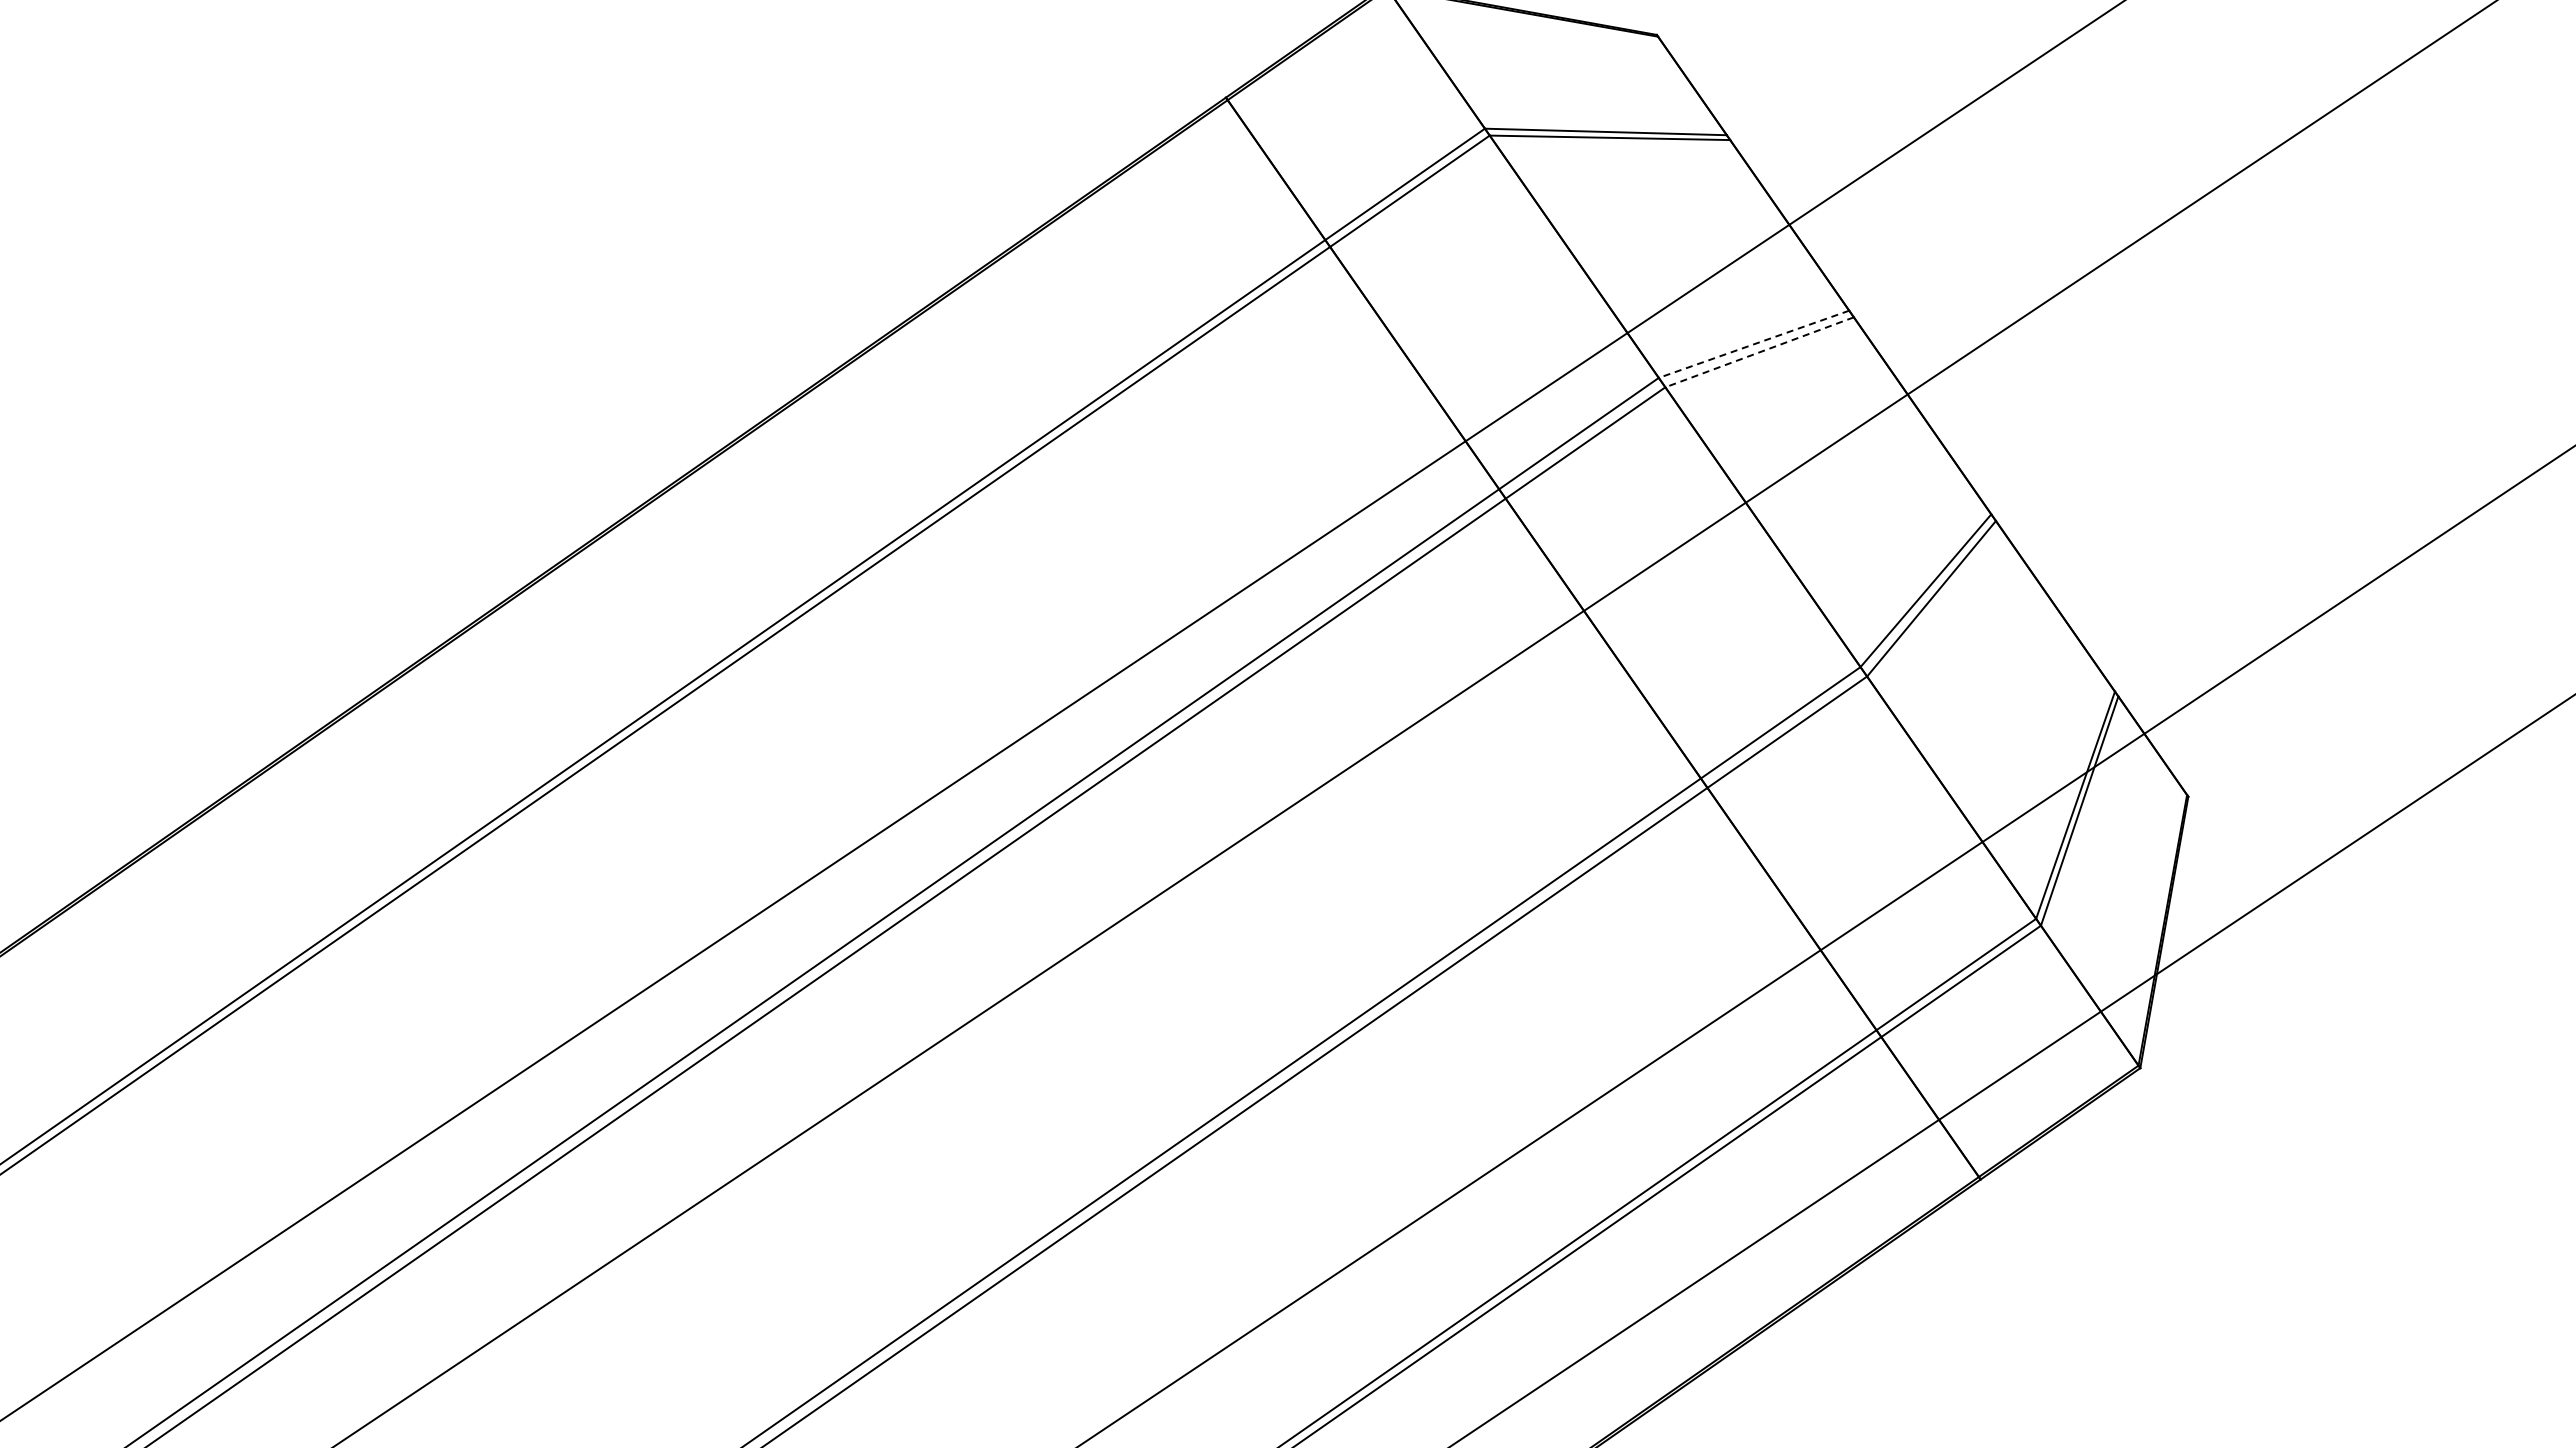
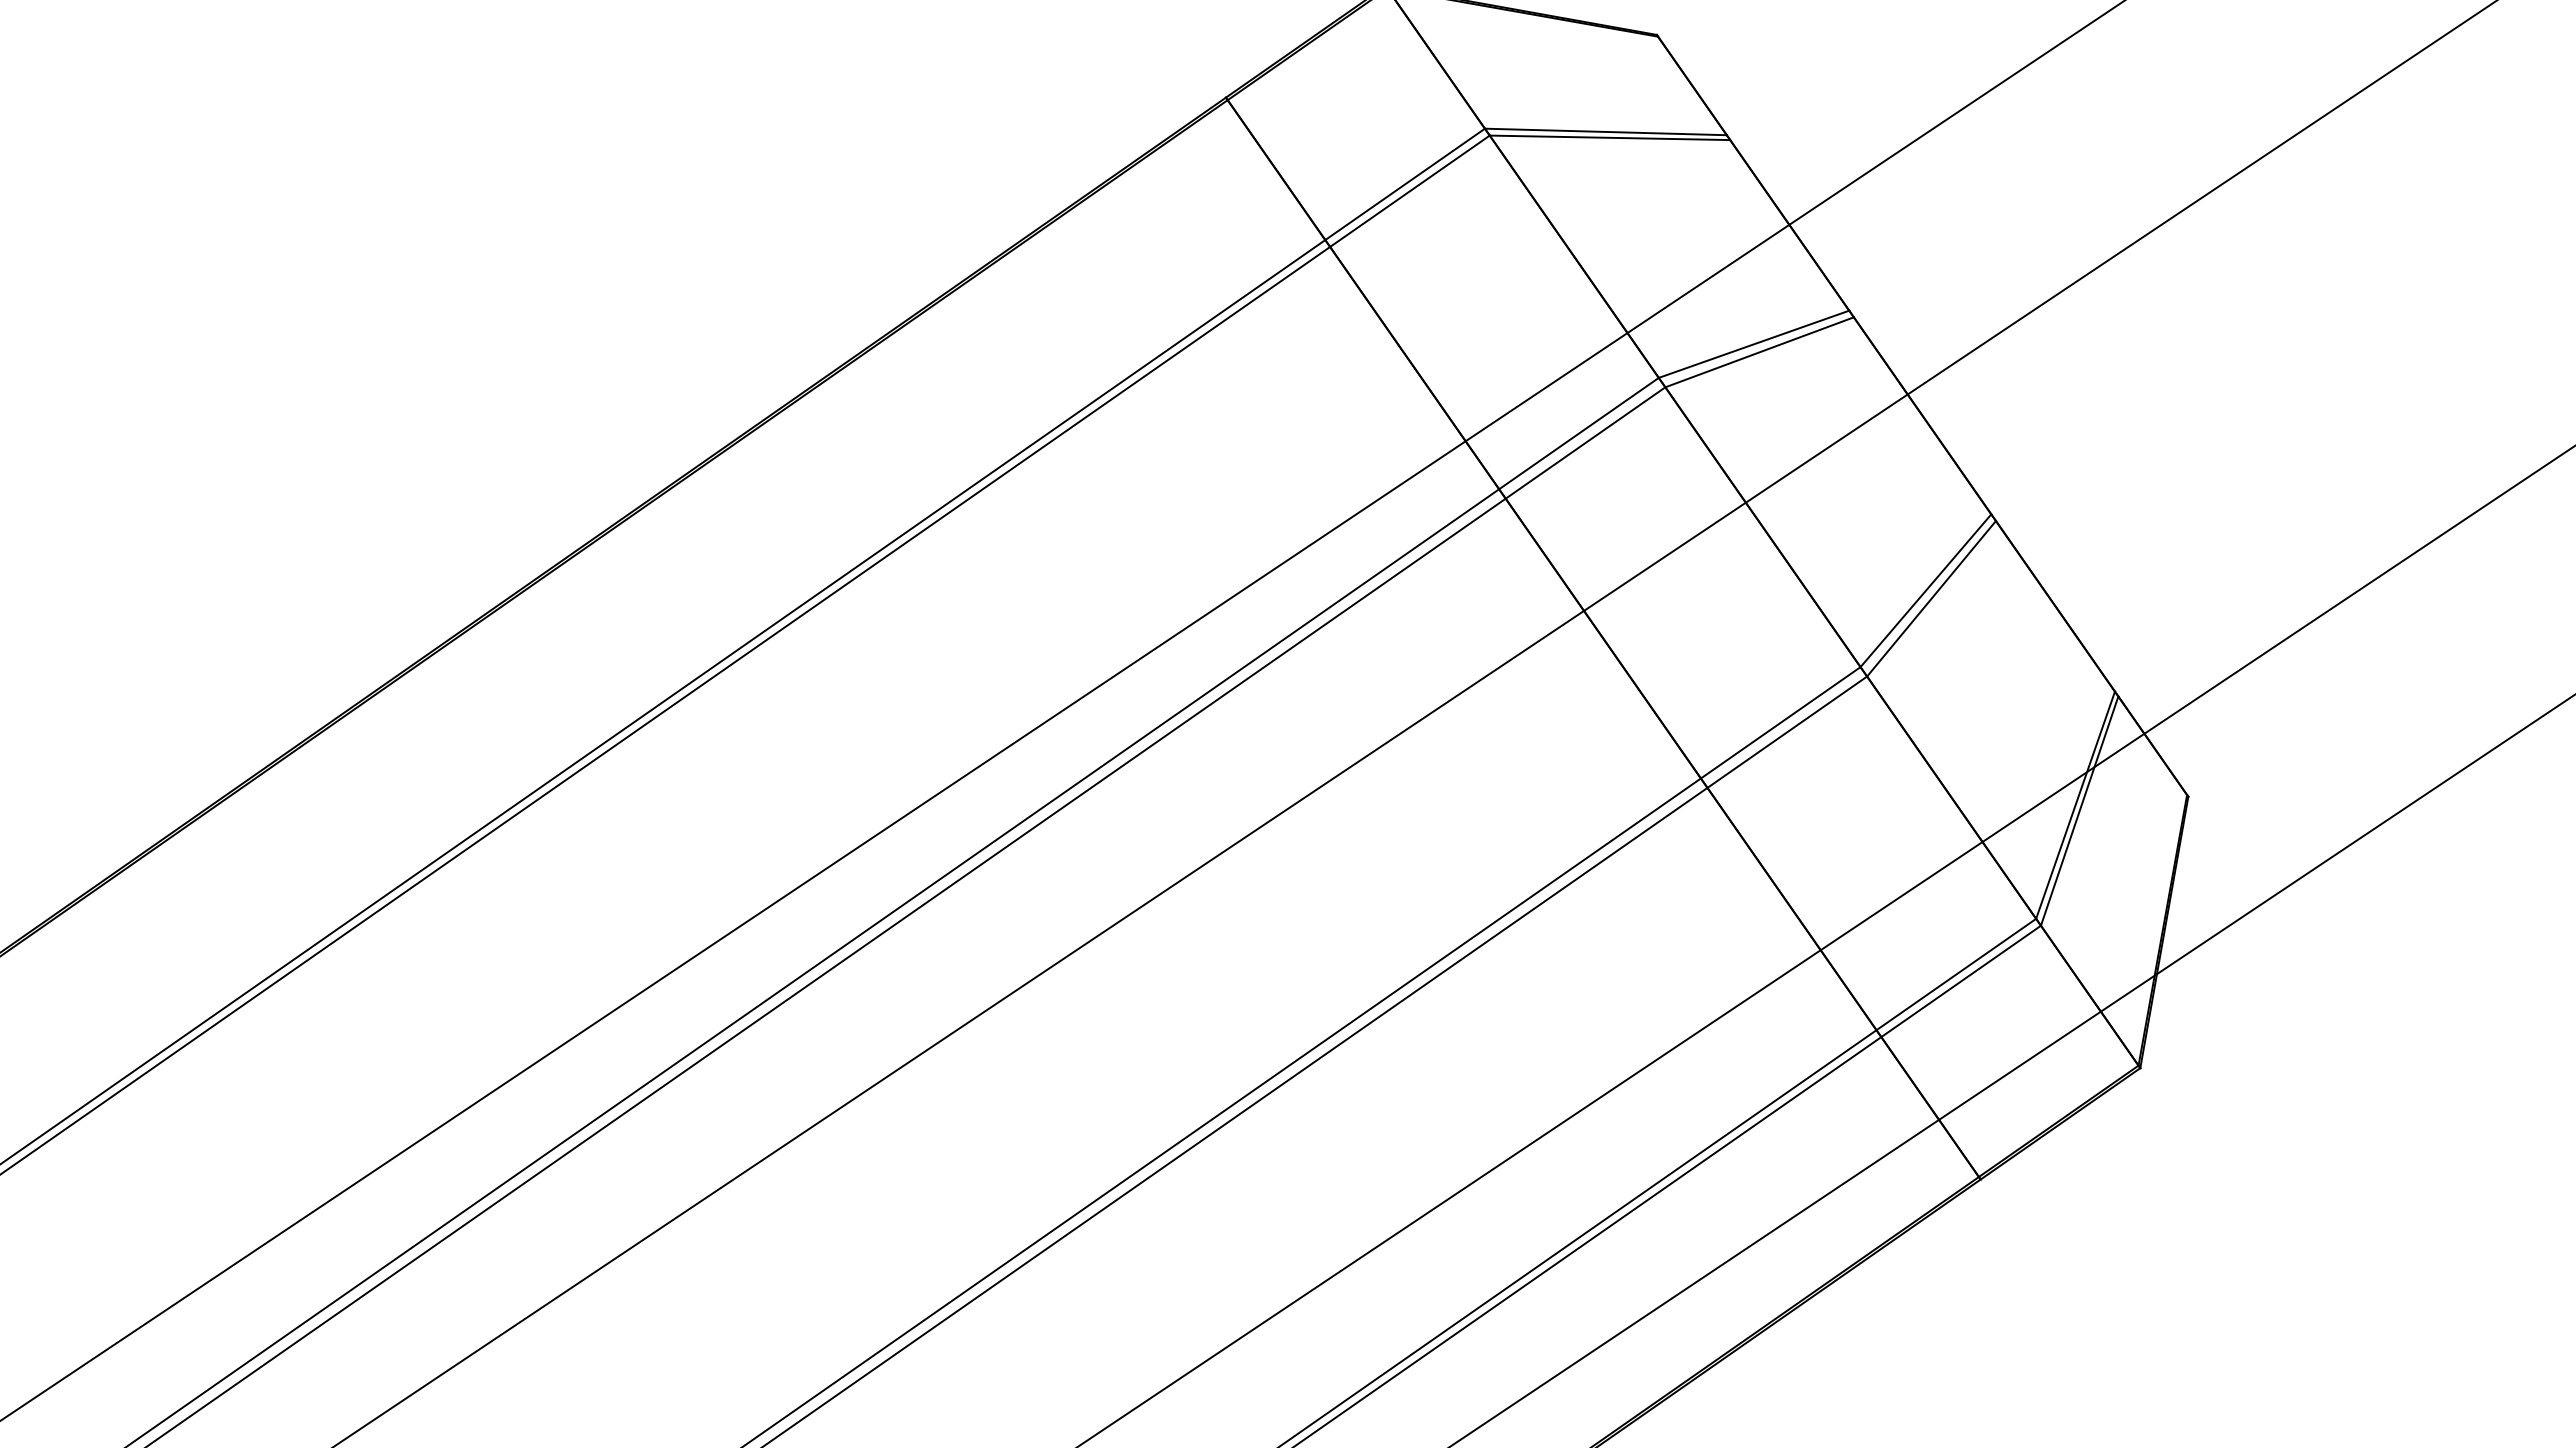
line at (1754, 344): dashed -> solid
line at (1759, 352): dashed -> solid
